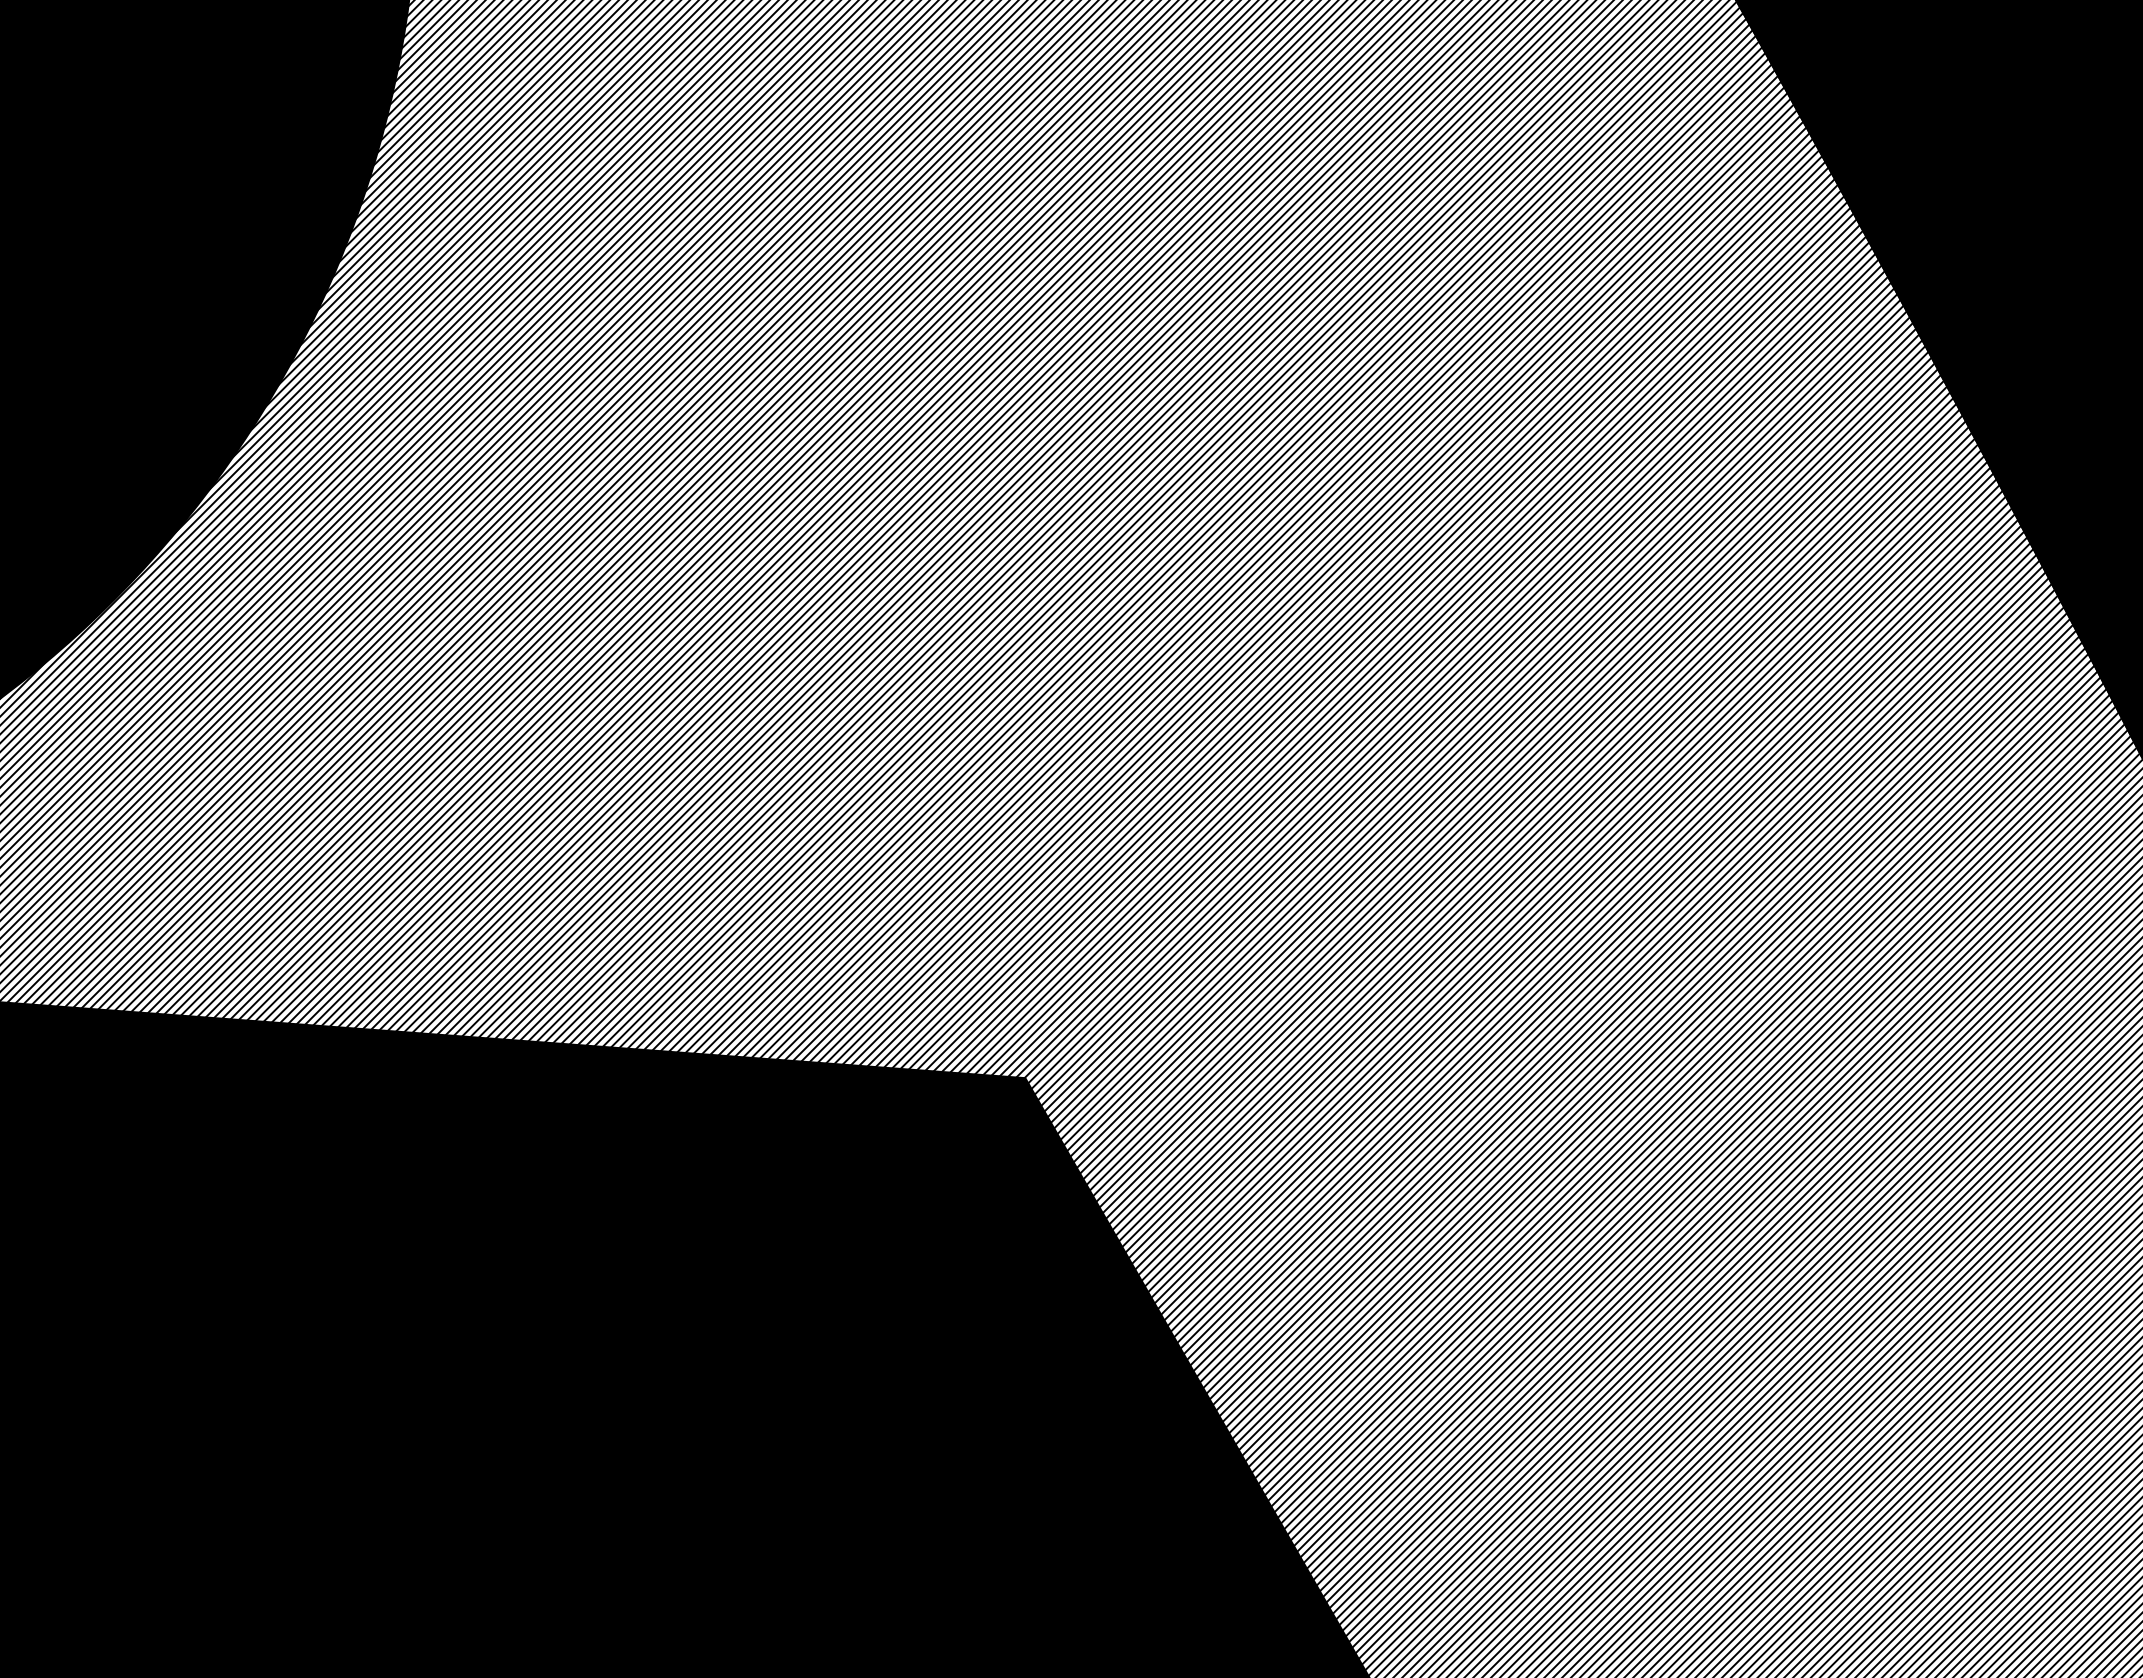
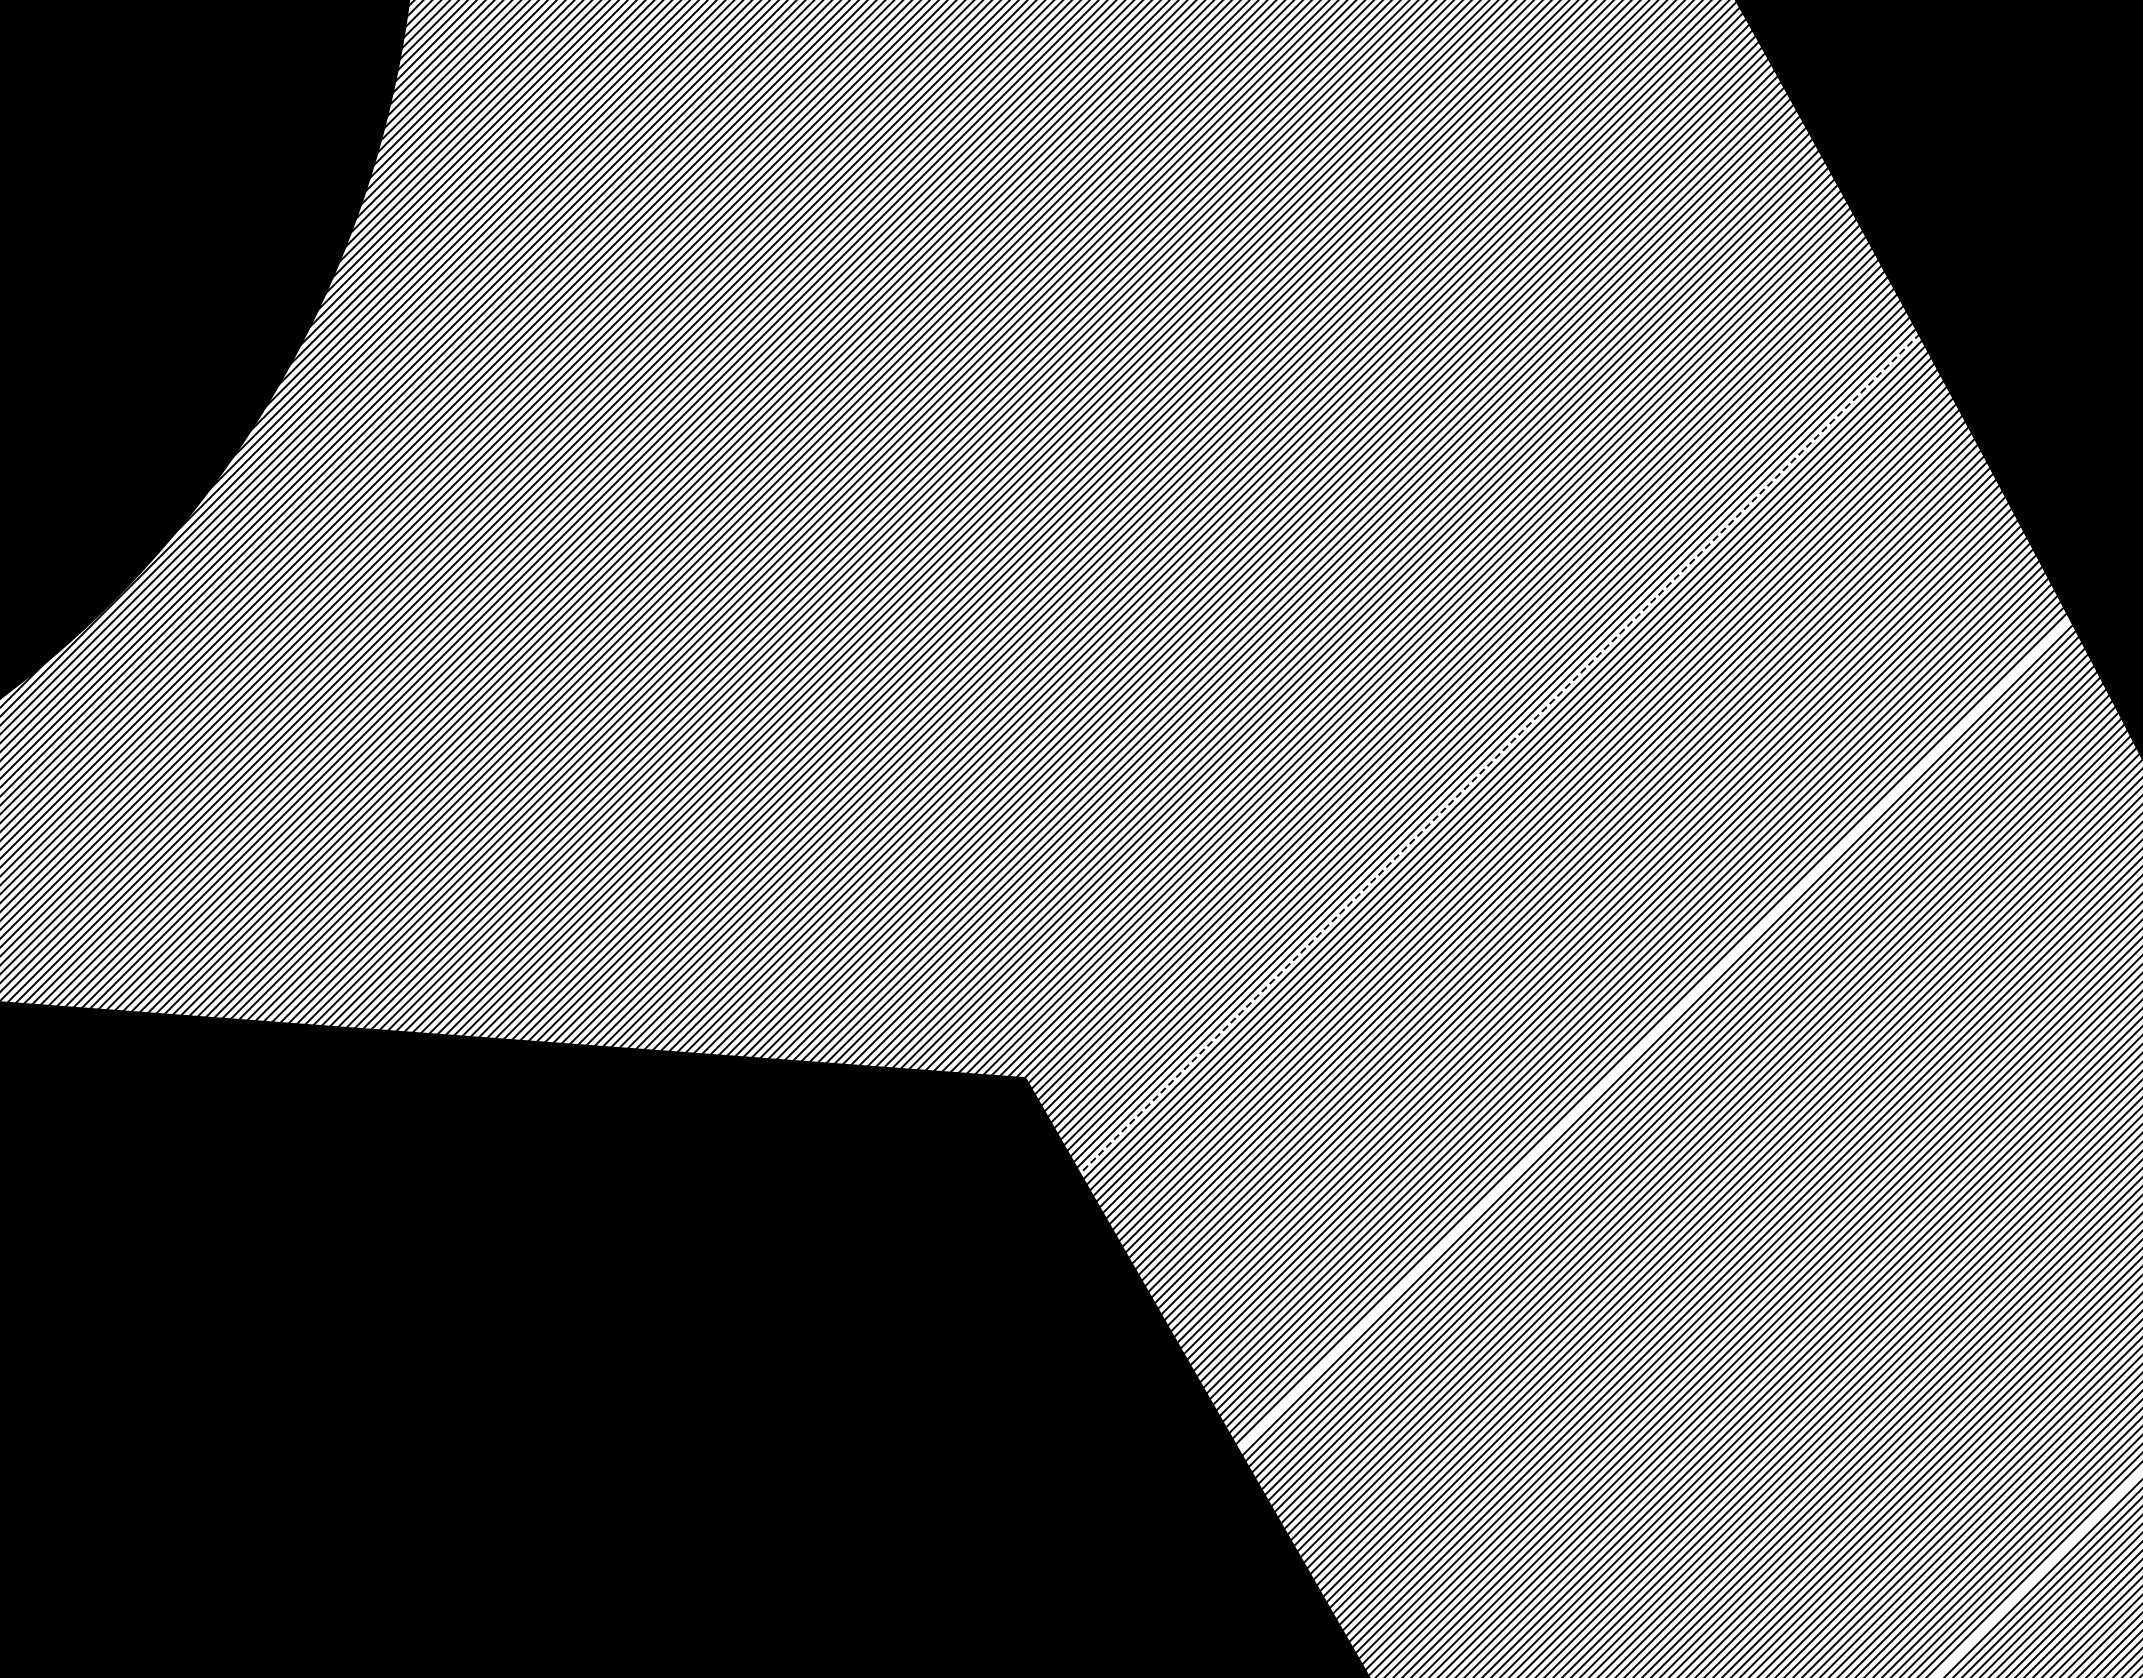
line at (1497, 756): solid -> dashed
line at (1651, 1036): present -> none
line at (2038, 1573): present -> none
